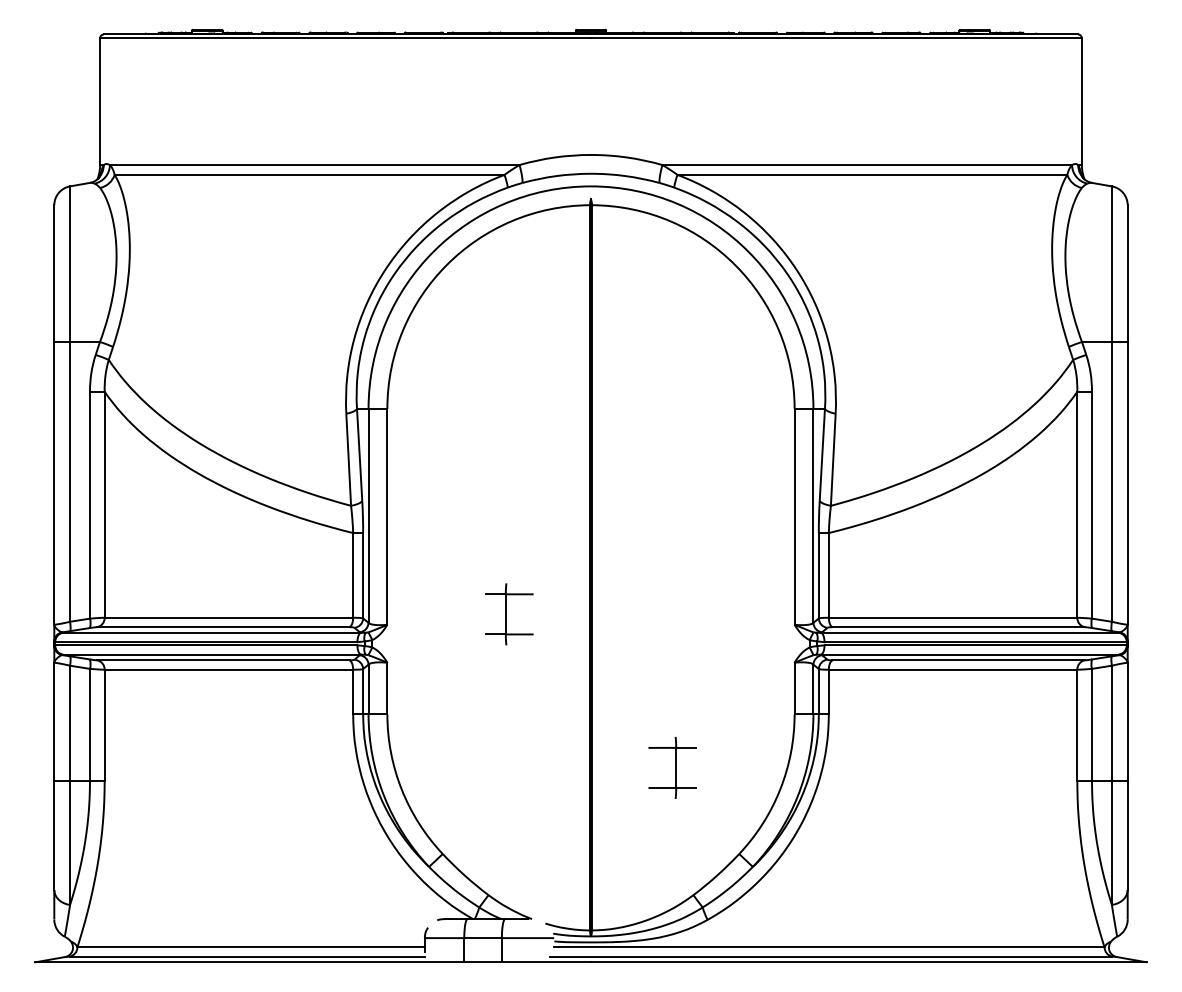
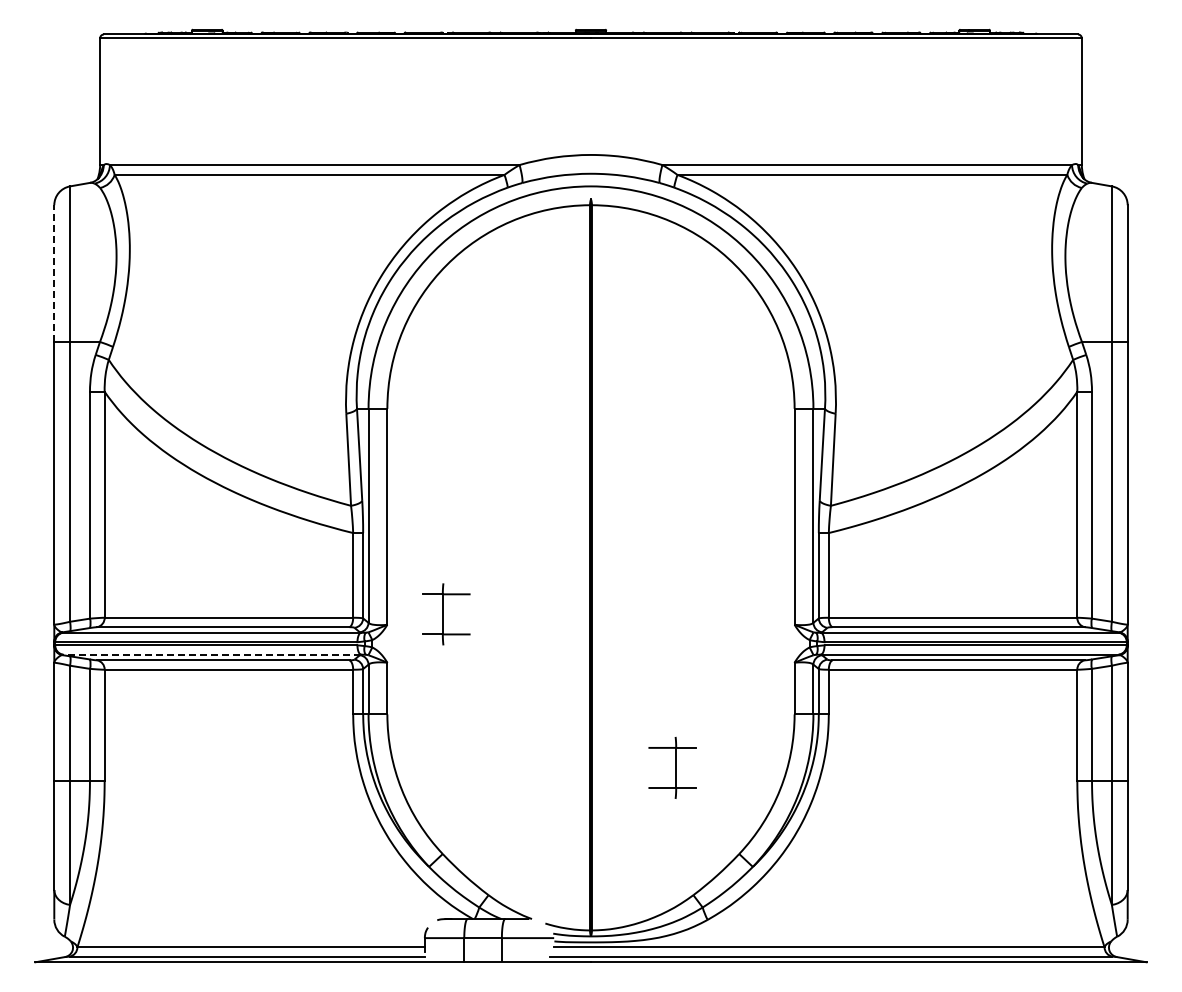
line at (54, 273): solid -> dashed
part at (509, 614) position: (509, 614) -> (446, 614)
line at (211, 654): solid -> dashed
